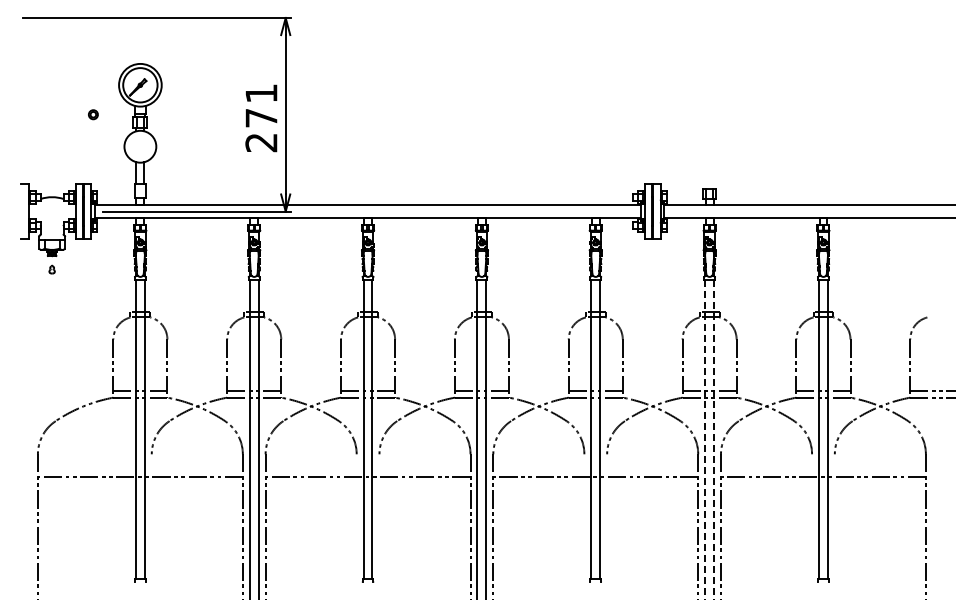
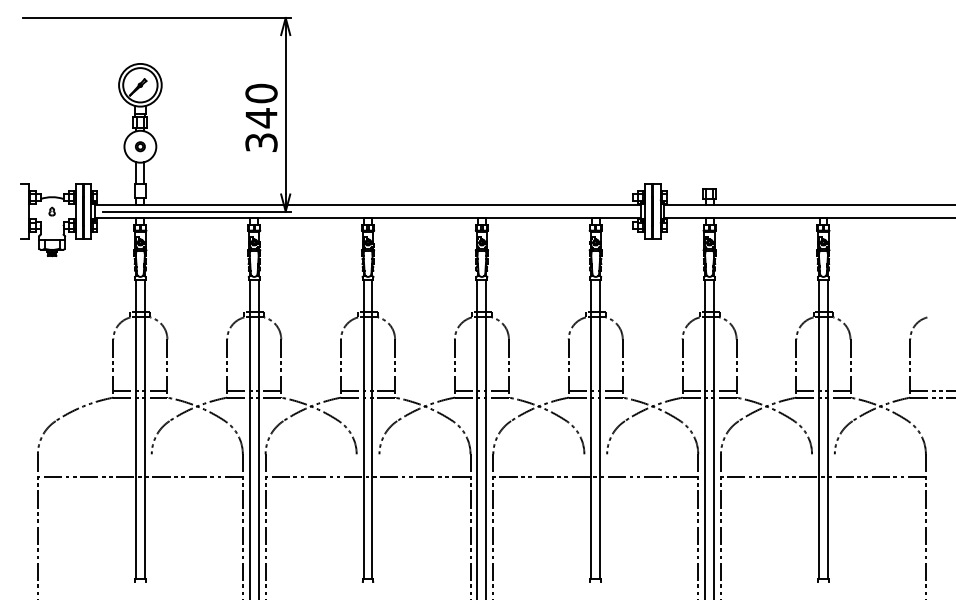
part at (93, 114) position: (93, 114) -> (140, 146)
text at (261, 117): 271 -> 340
part at (51, 269) position: (51, 269) -> (51, 211)
line at (705, 439): dashed -> solid
line at (713, 439): dashed -> solid
